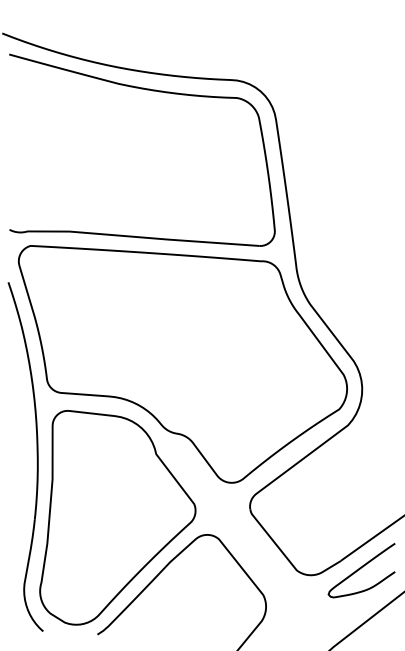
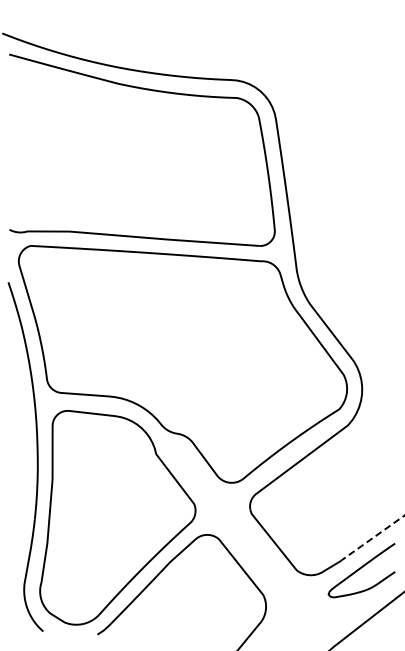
line at (372, 538): solid -> dashed
